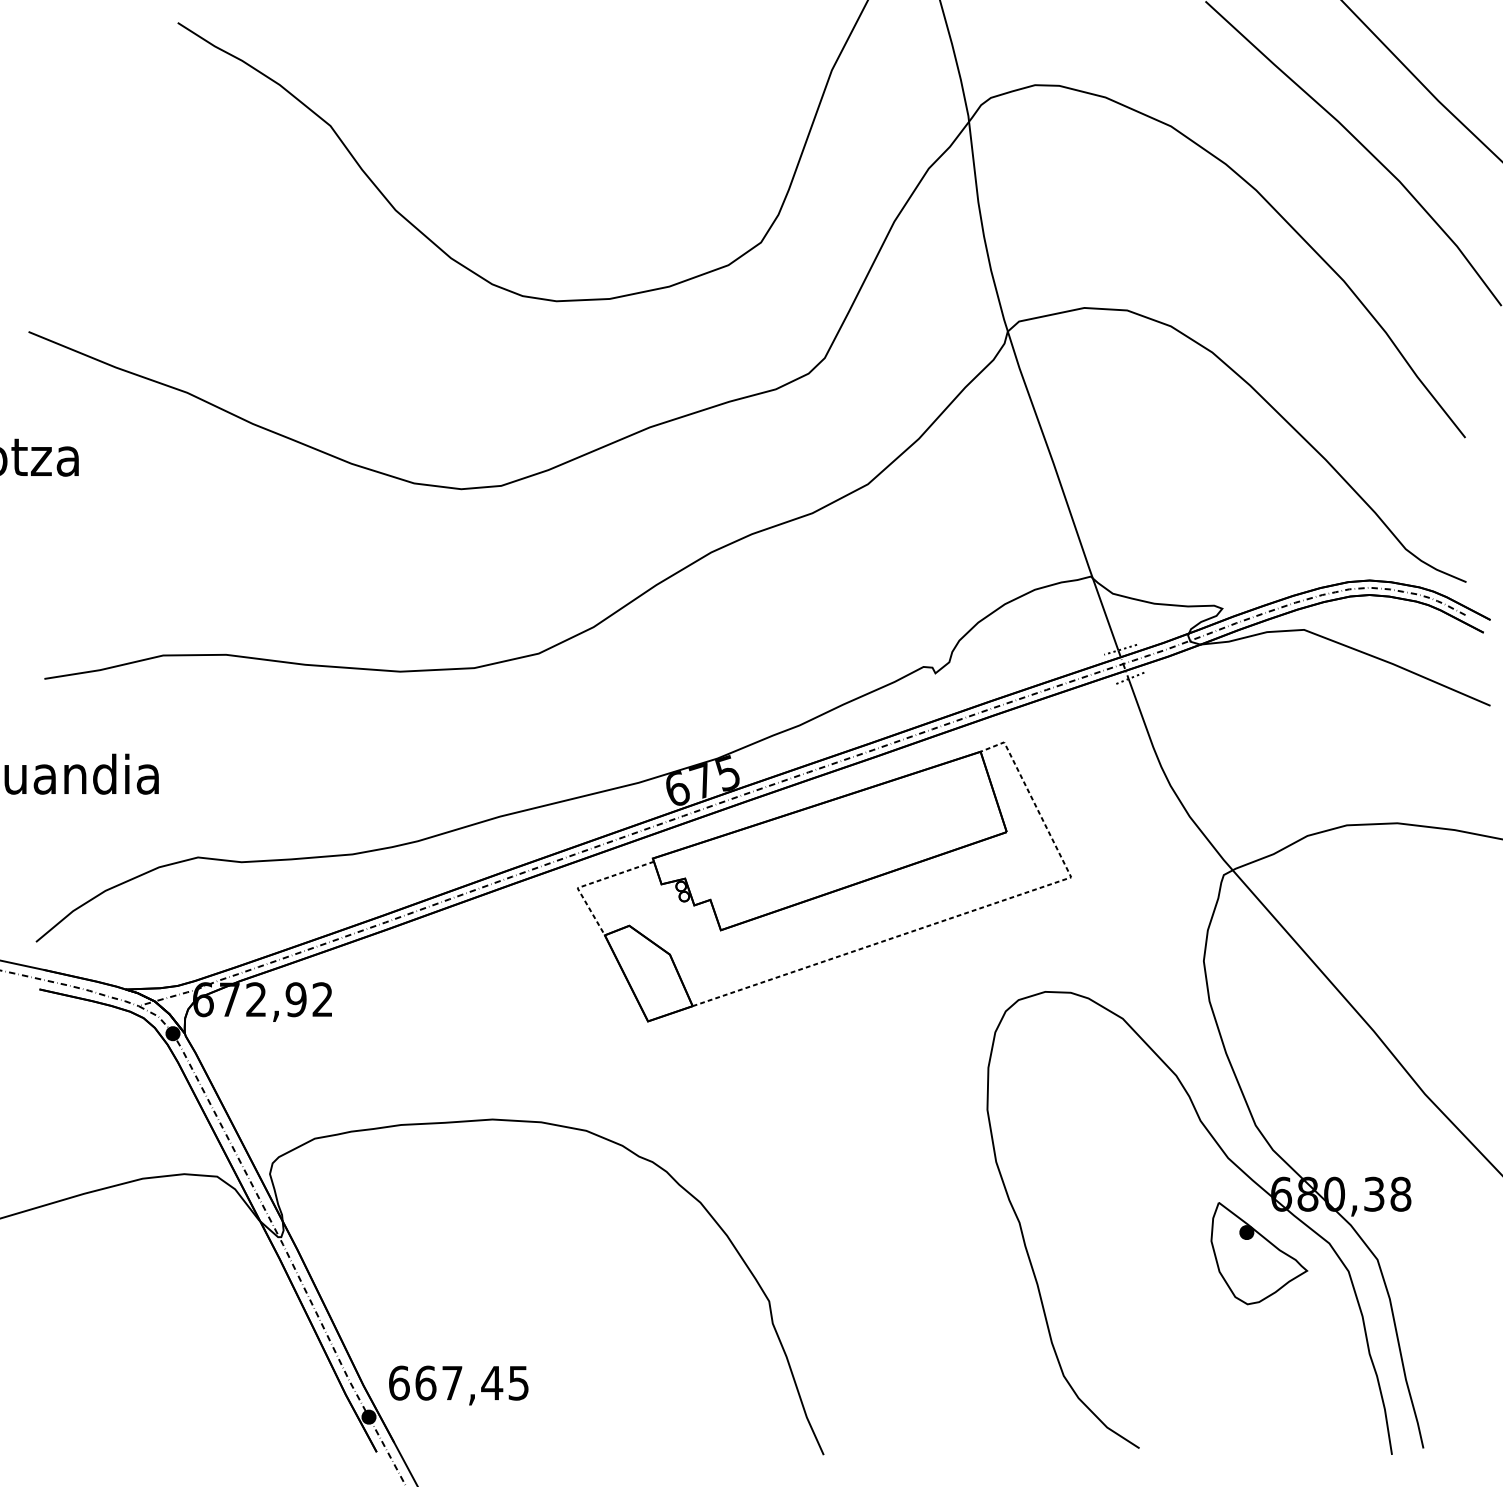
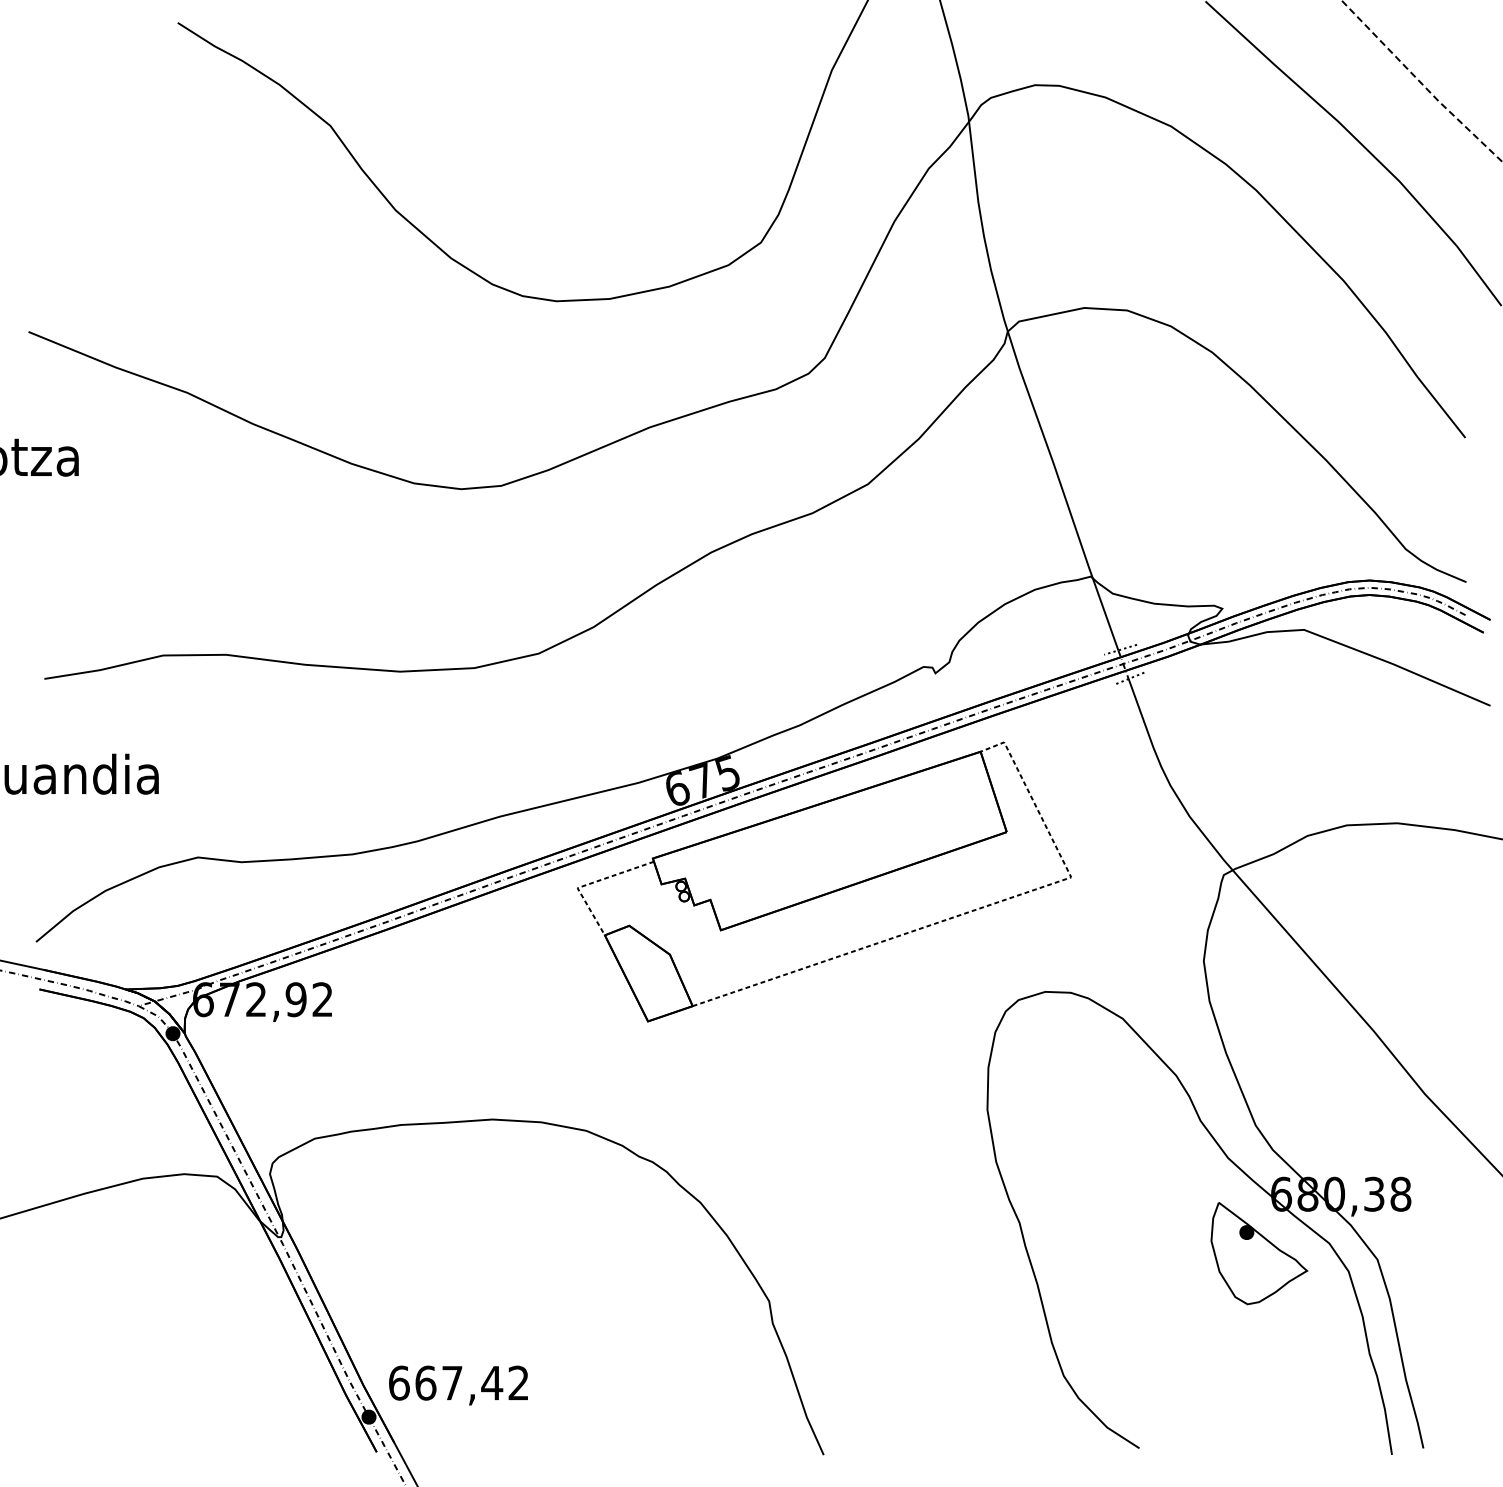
line at (1421, 83): solid -> dashed
text at (518, 1382): 667,45 -> 667,42
